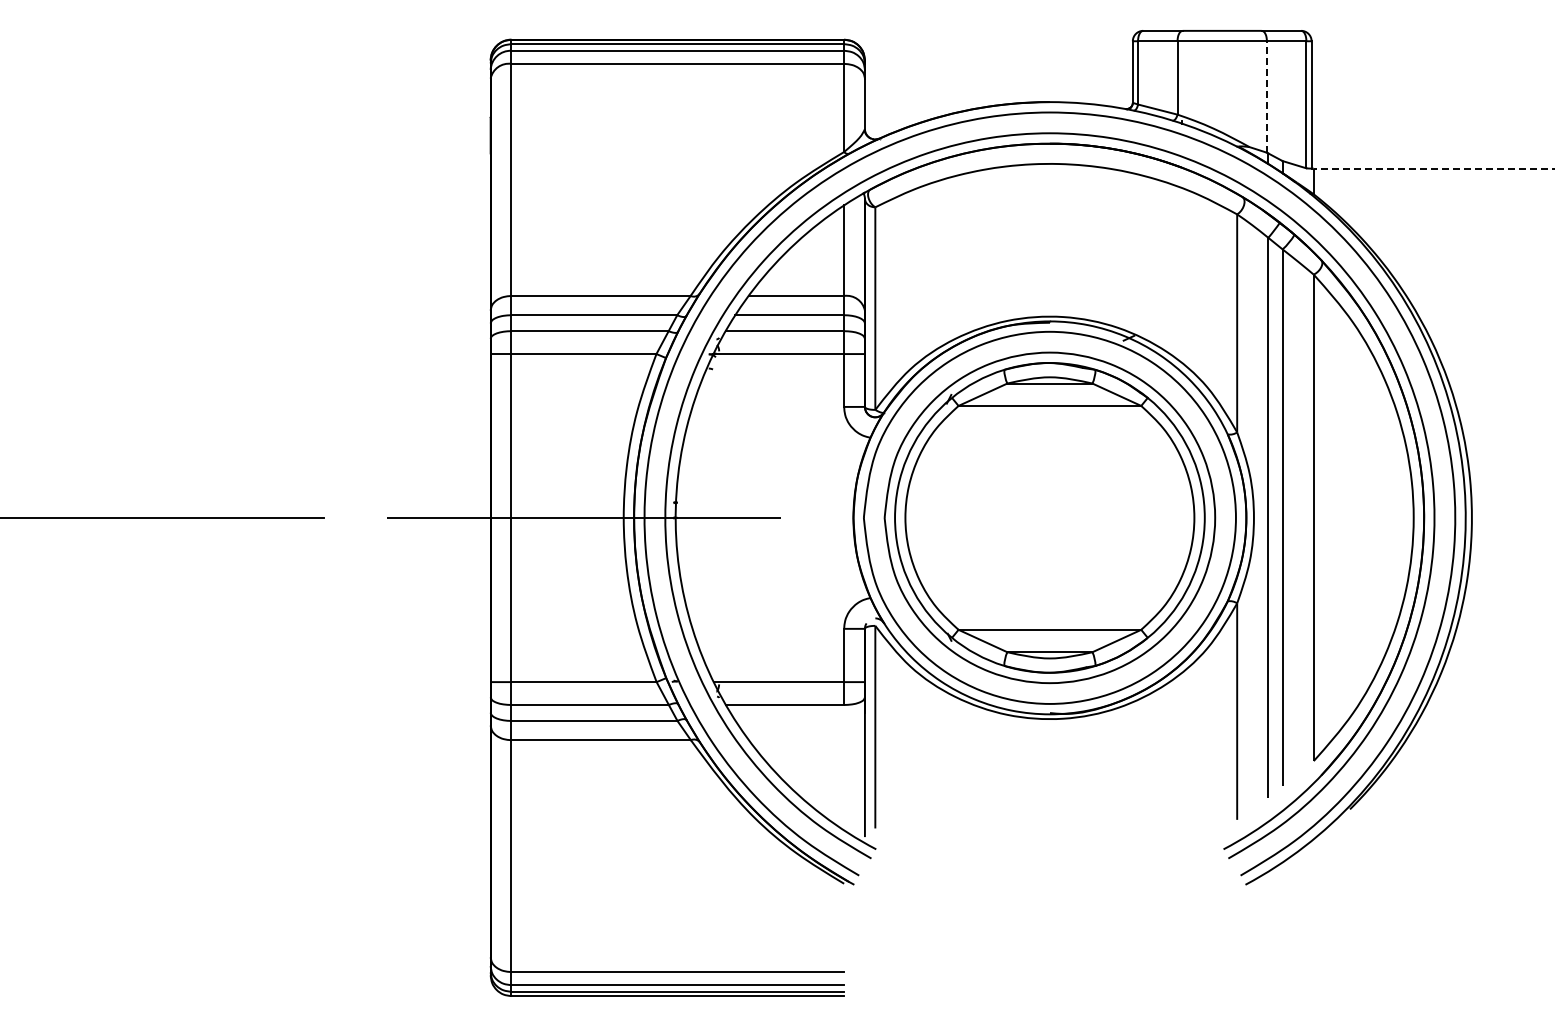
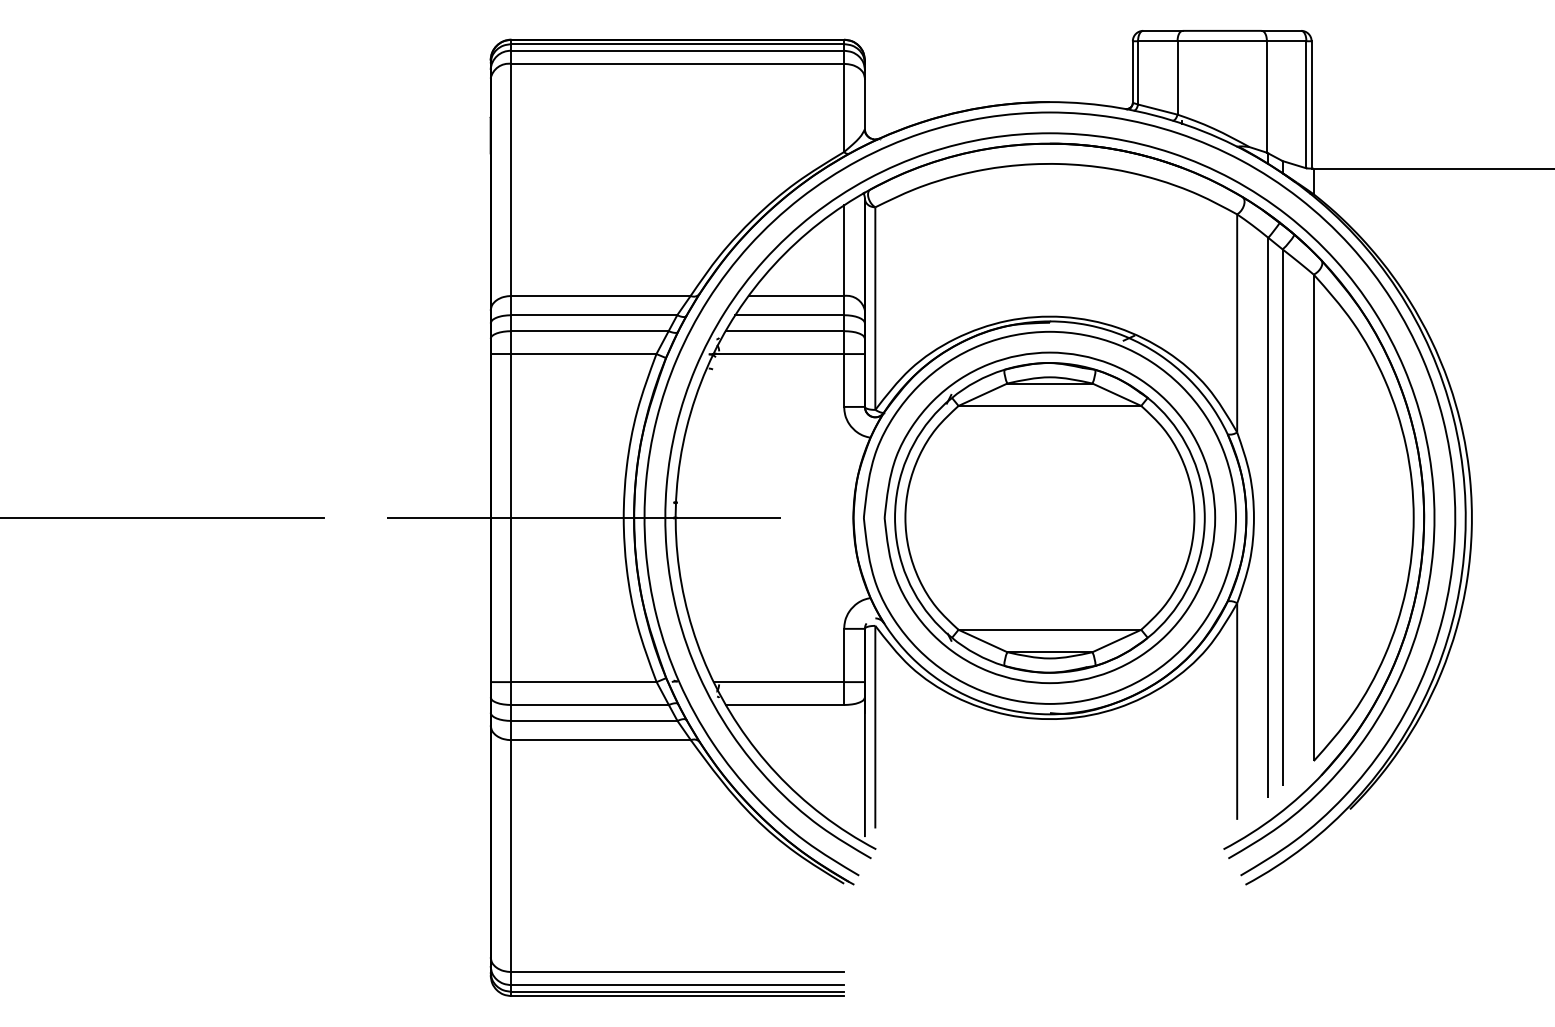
line at (1266, 96): dashed -> solid
line at (1433, 168): dashed -> solid
